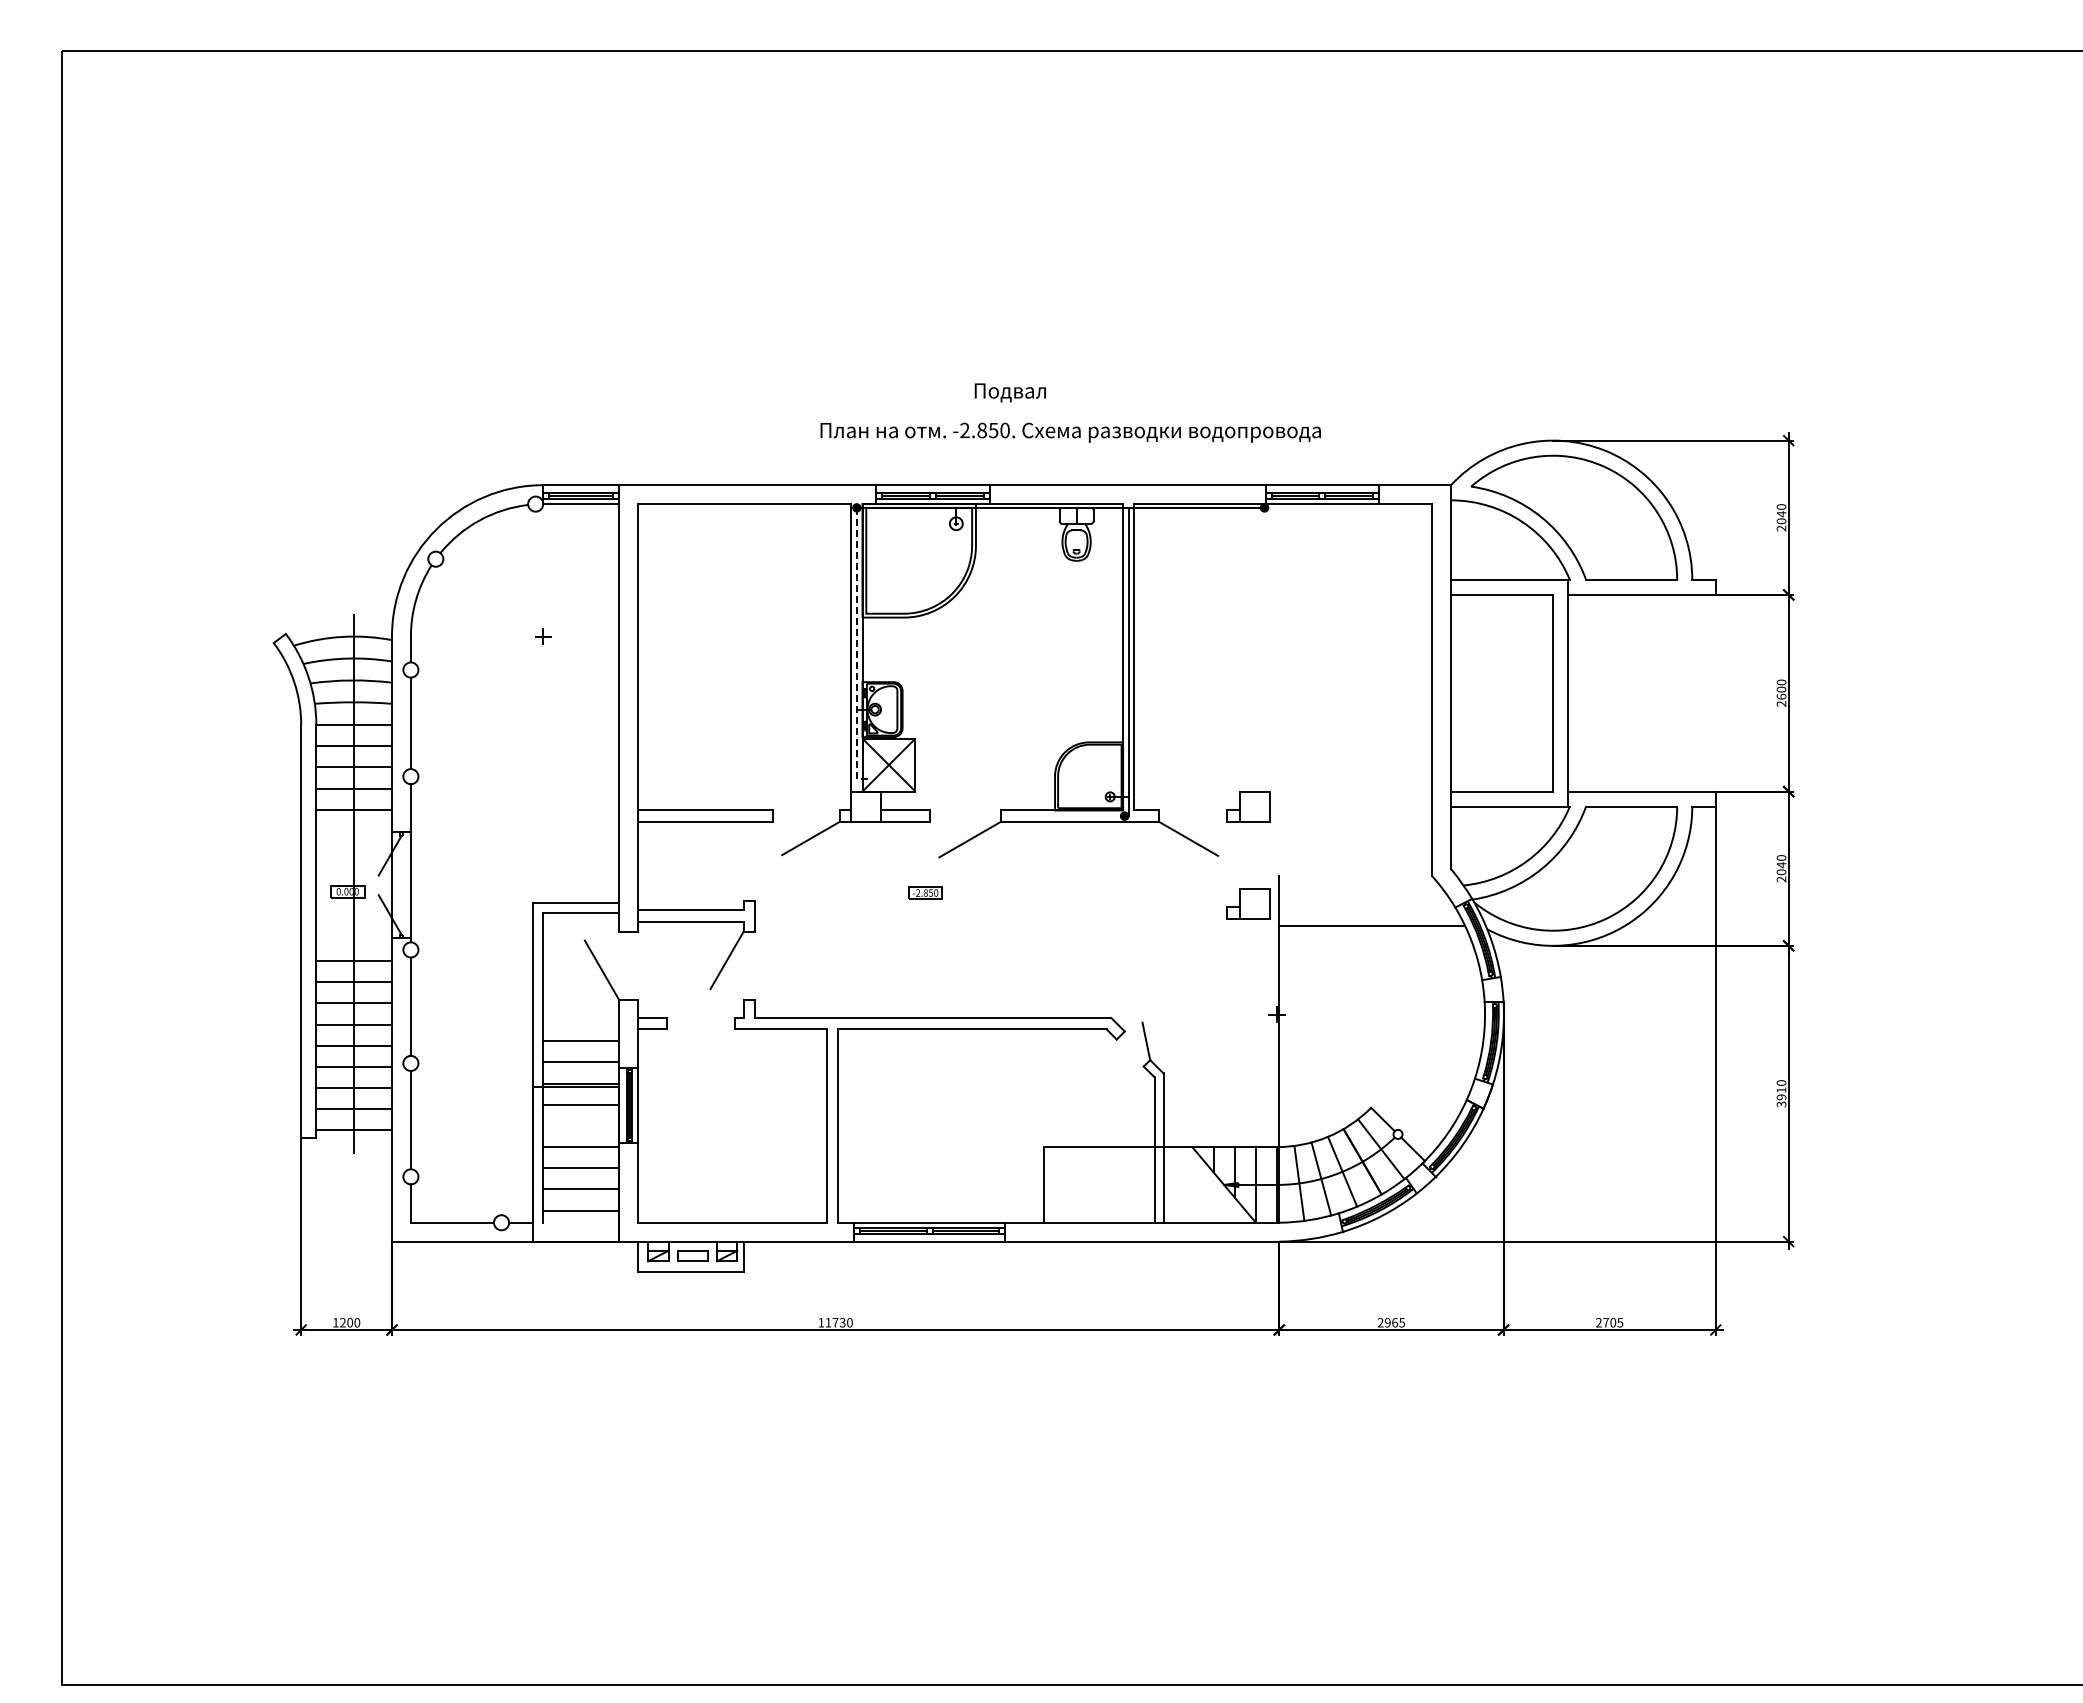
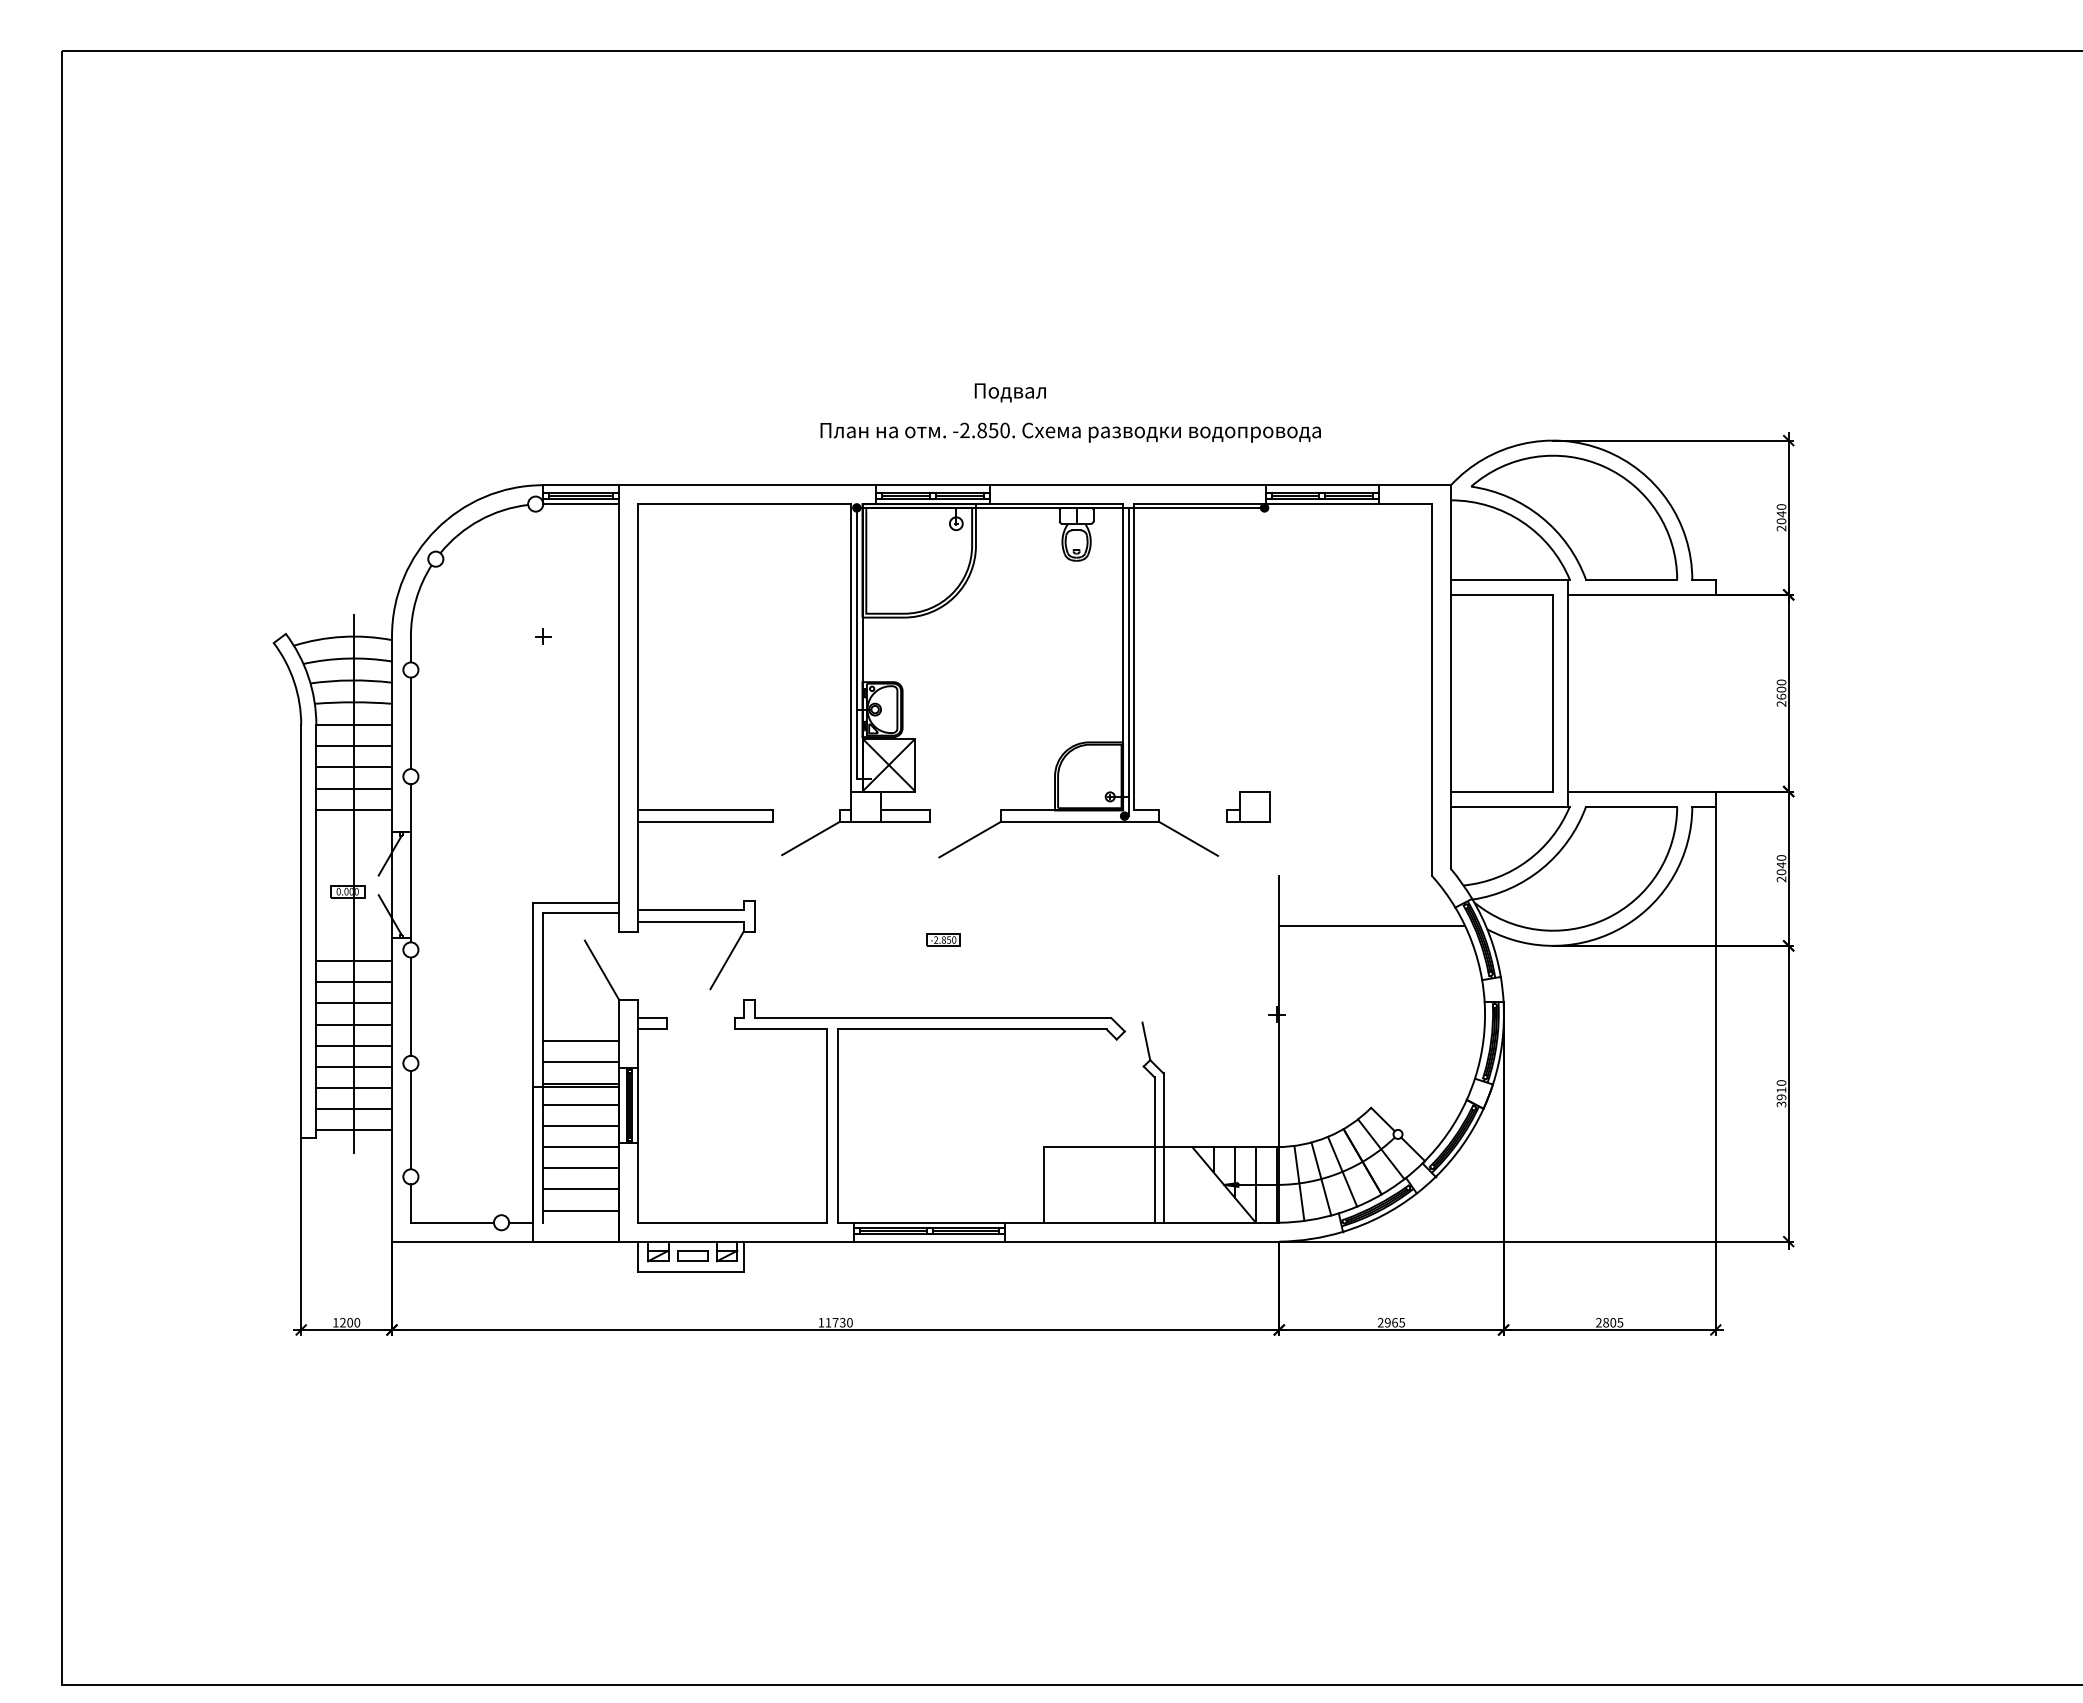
line at (856, 651): dashed -> solid
part at (925, 892) position: (925, 892) -> (943, 939)
part at (1248, 903): present -> none
line at (580, 1125): none -> present
text at (1605, 1322): 2705 -> 2805
